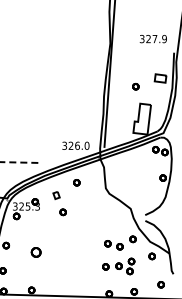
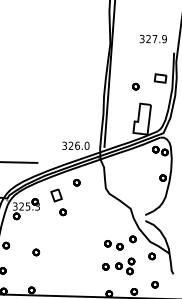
line at (19, 162): dashed -> solid
part at (56, 195) size: 9x9 px -> 13x15 px
part at (35, 252) size: 12x11 px -> 9x9 px
part at (160, 284) position: (160, 284) -> (154, 284)
